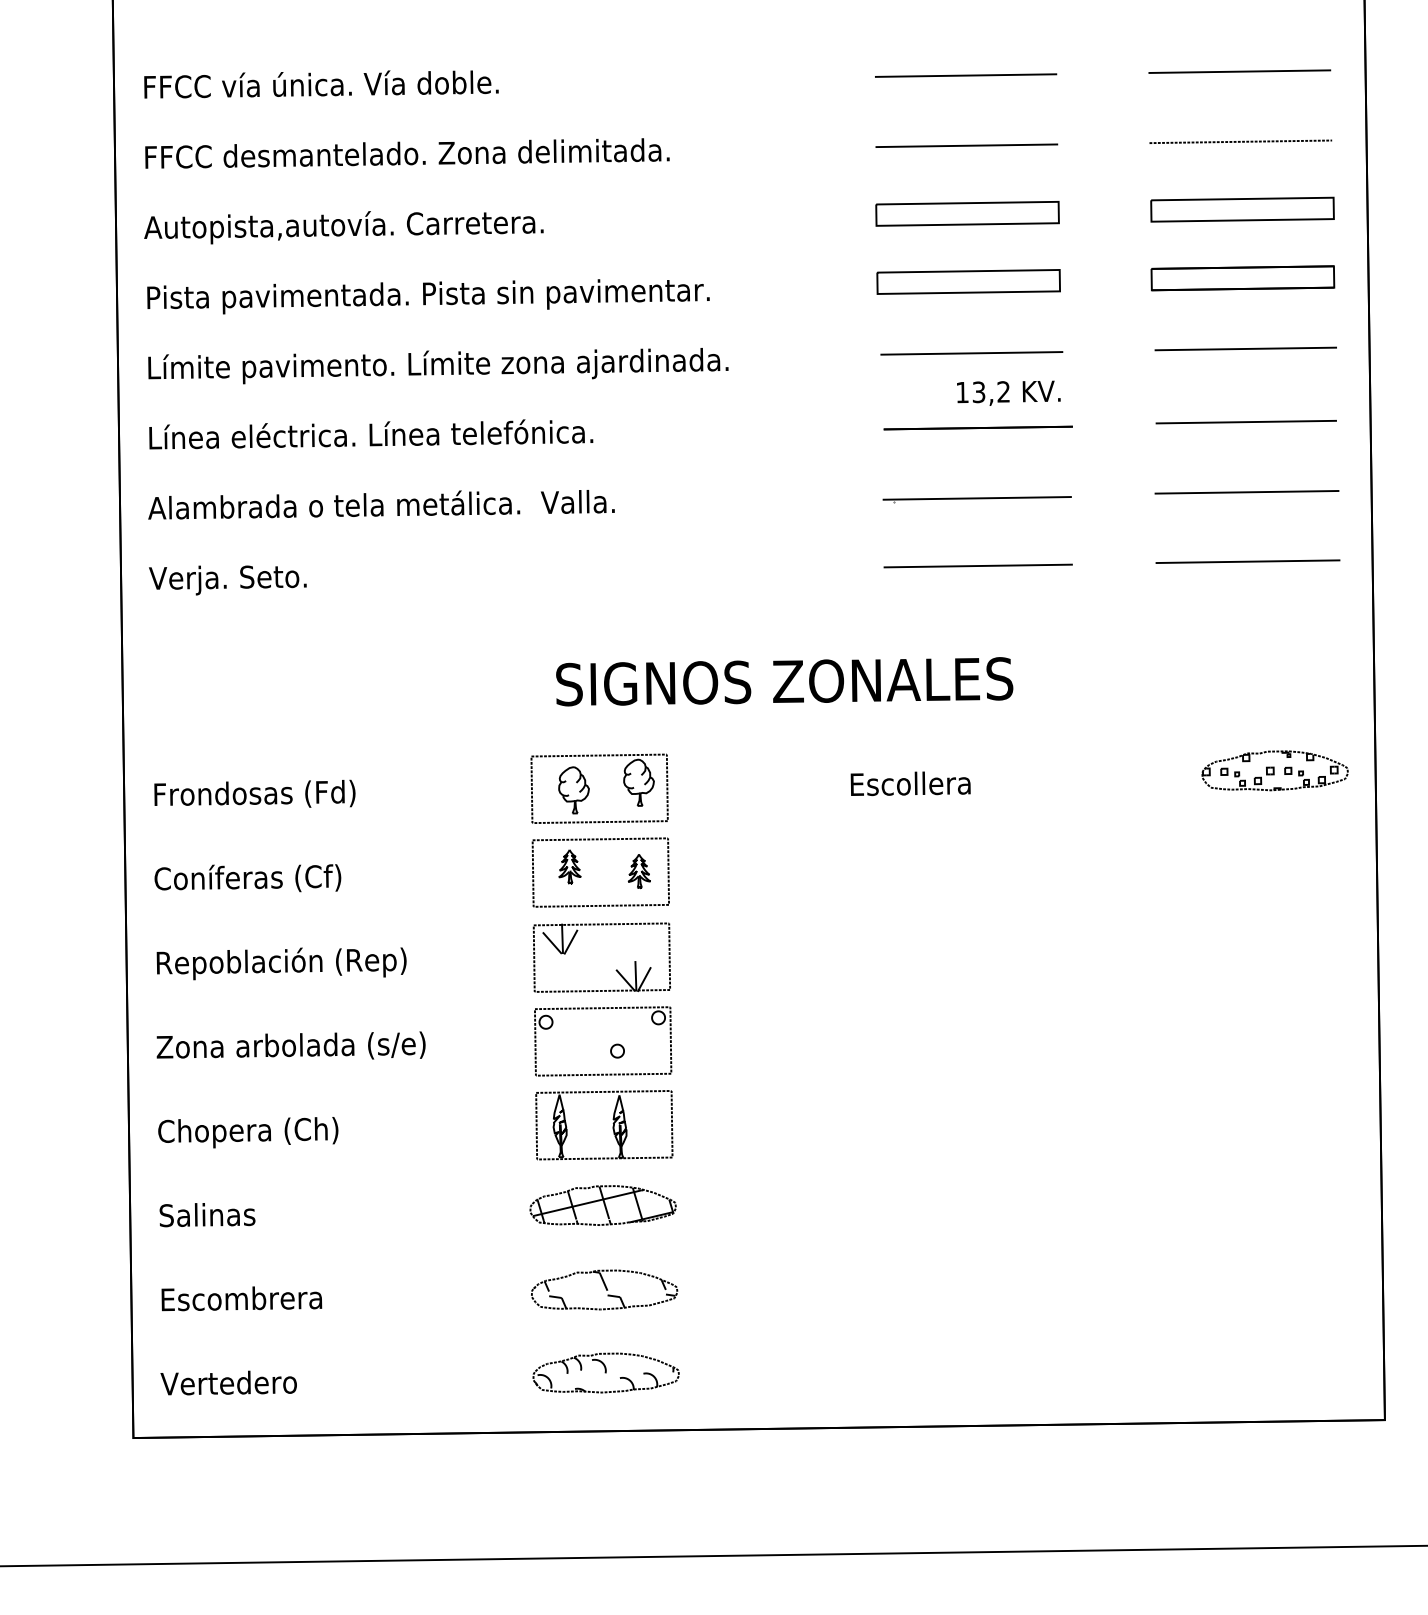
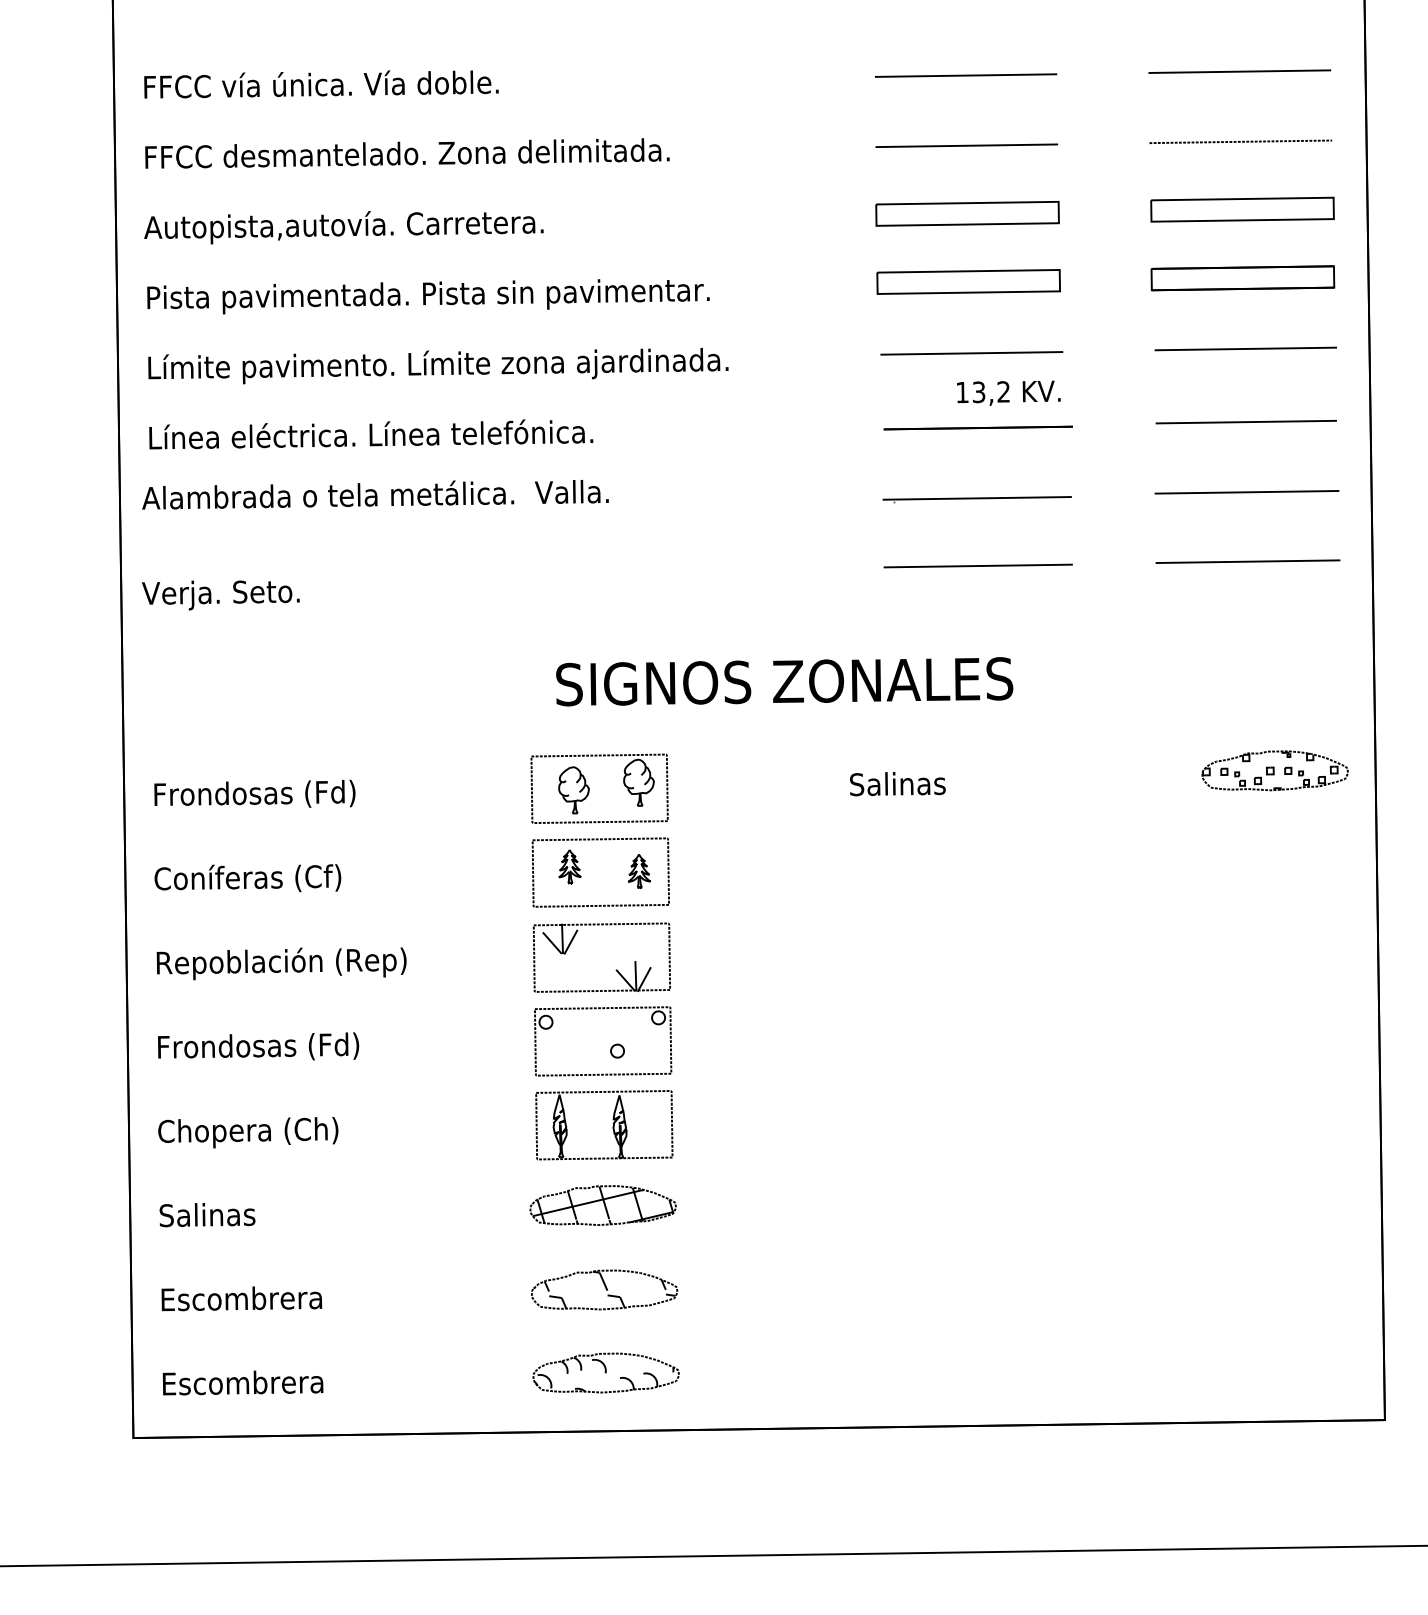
text at (381, 504) position: (381, 504) -> (375, 494)
text at (227, 580) position: (227, 580) -> (220, 595)
text at (910, 783): Escollera -> Salinas
text at (290, 1045): Zona arbolada (s/e) -> Frondosas (Fd)
text at (241, 1382): Vertedero -> Escombrera
